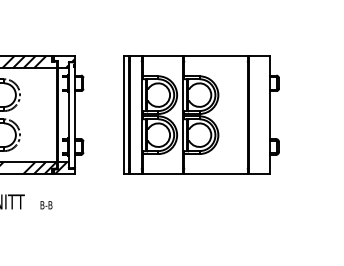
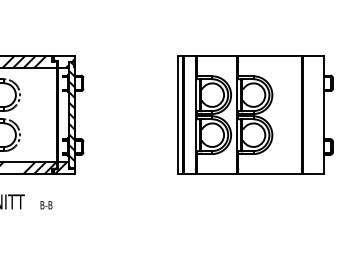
part at (201, 114) position: (201, 114) -> (255, 114)
hatch at (71, 115): none -> present
